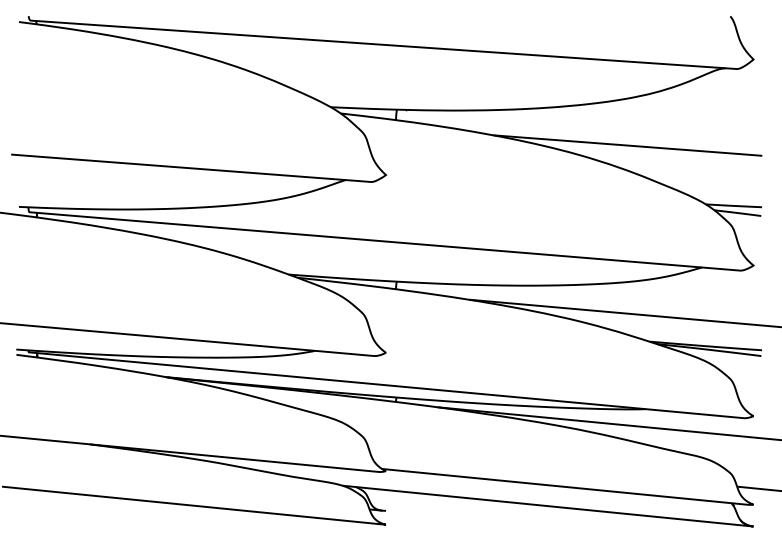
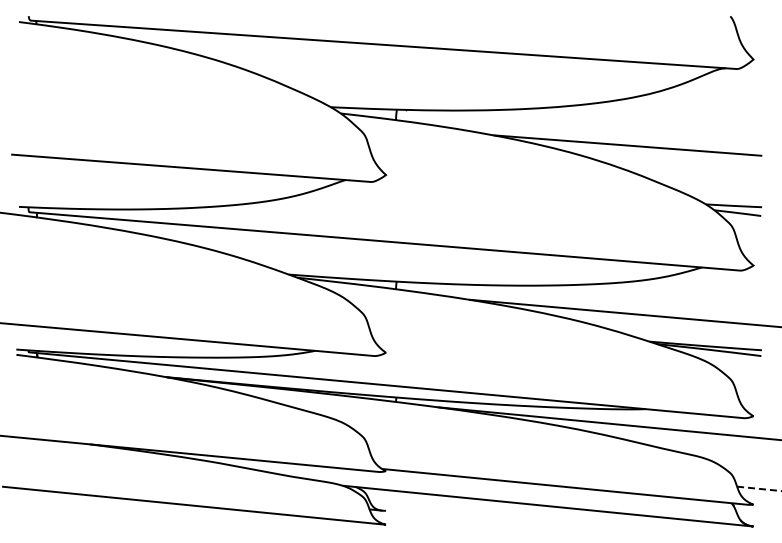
line at (759, 488): solid -> dashed
